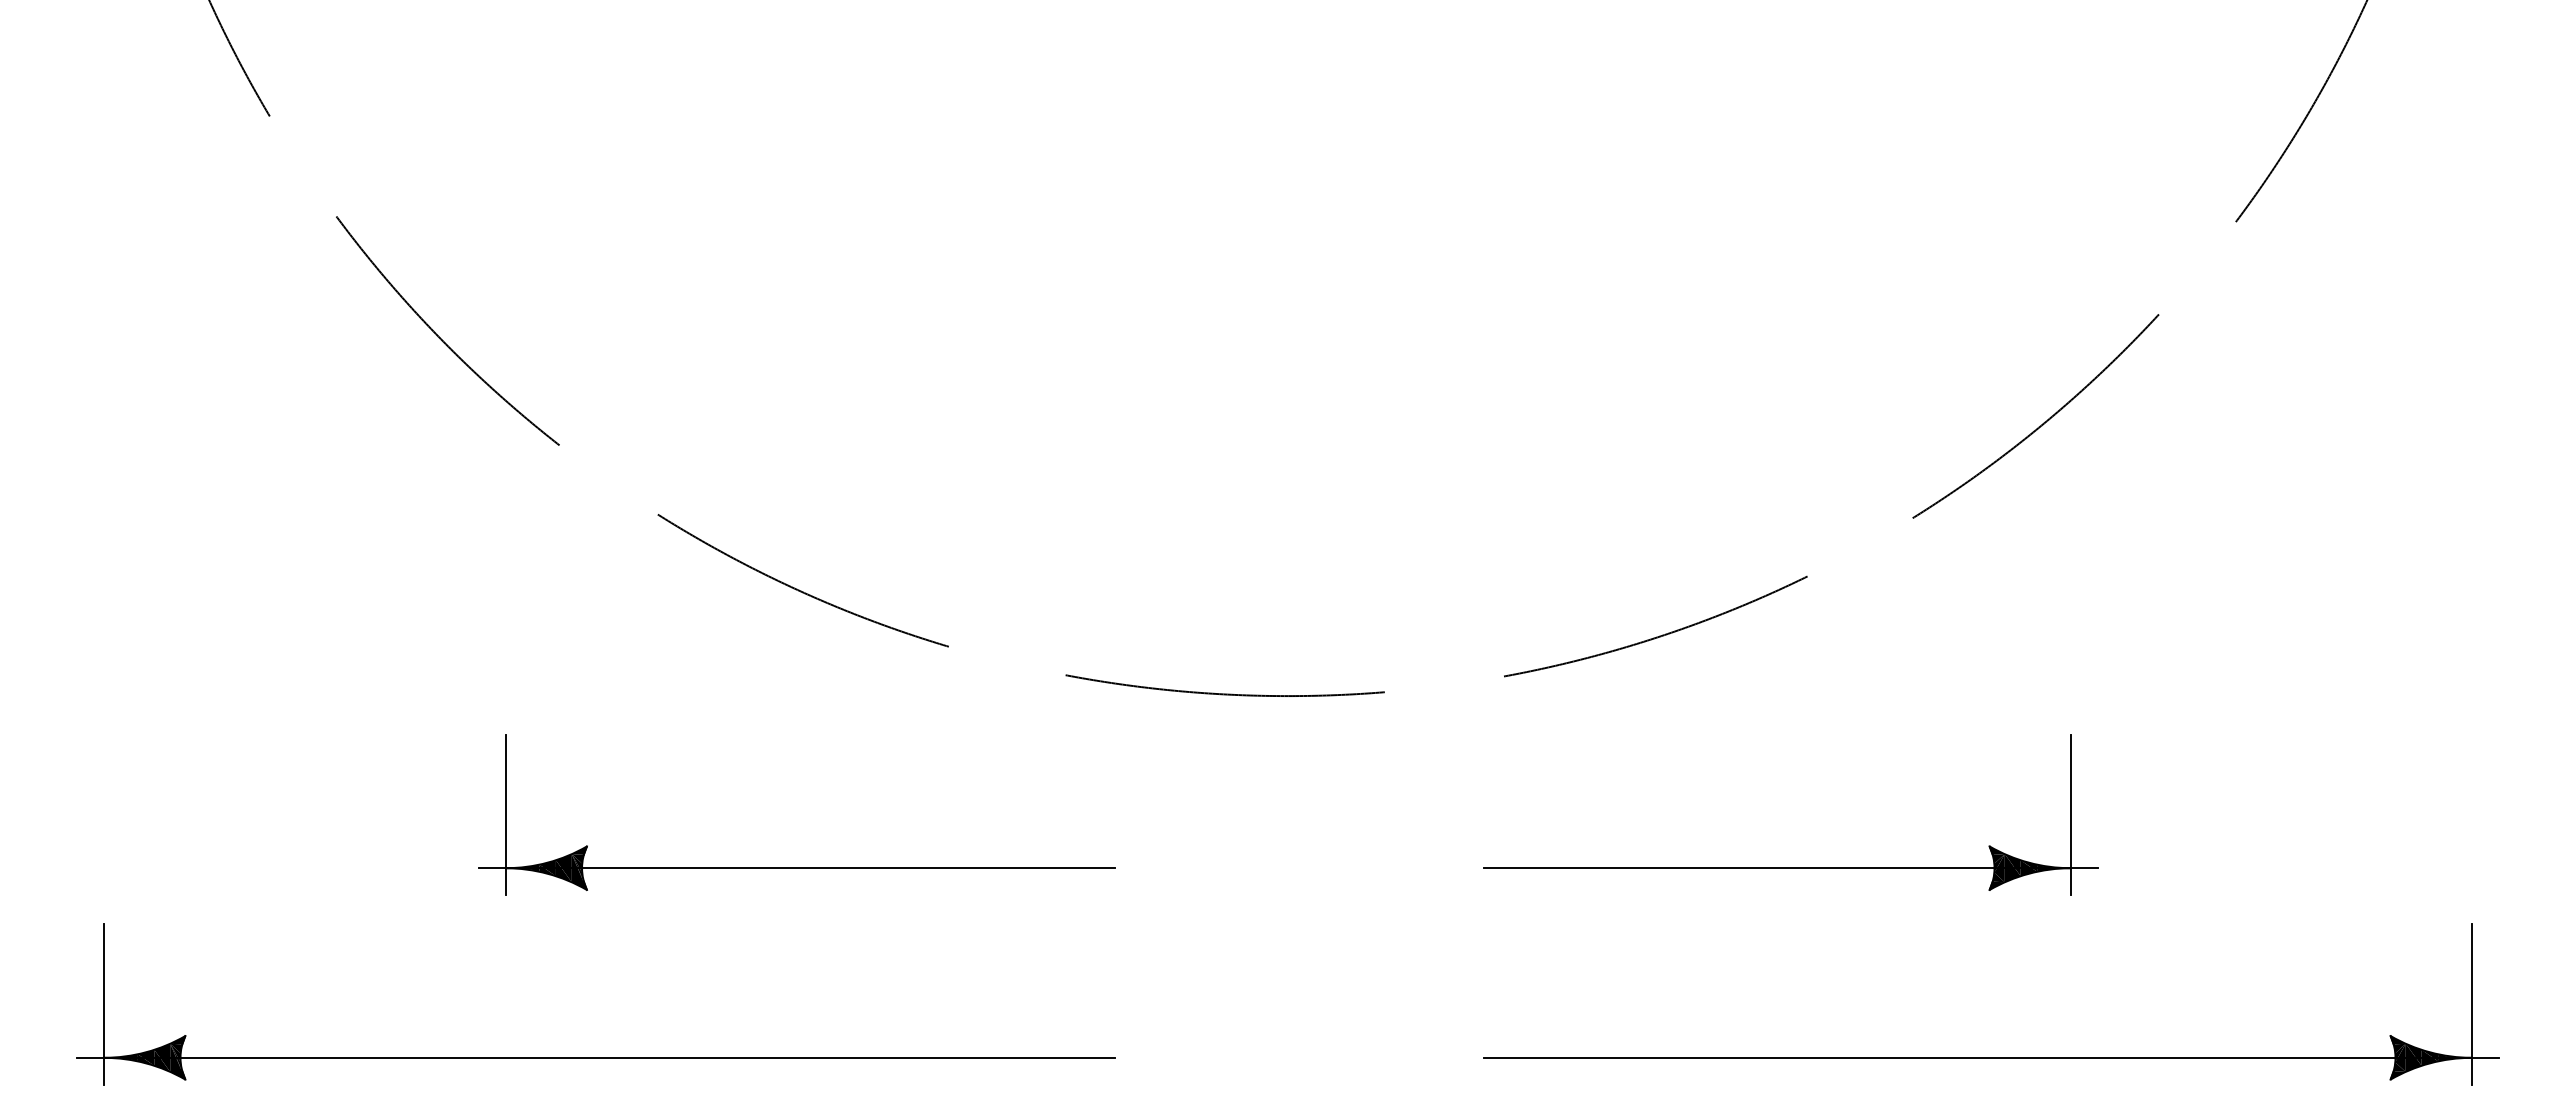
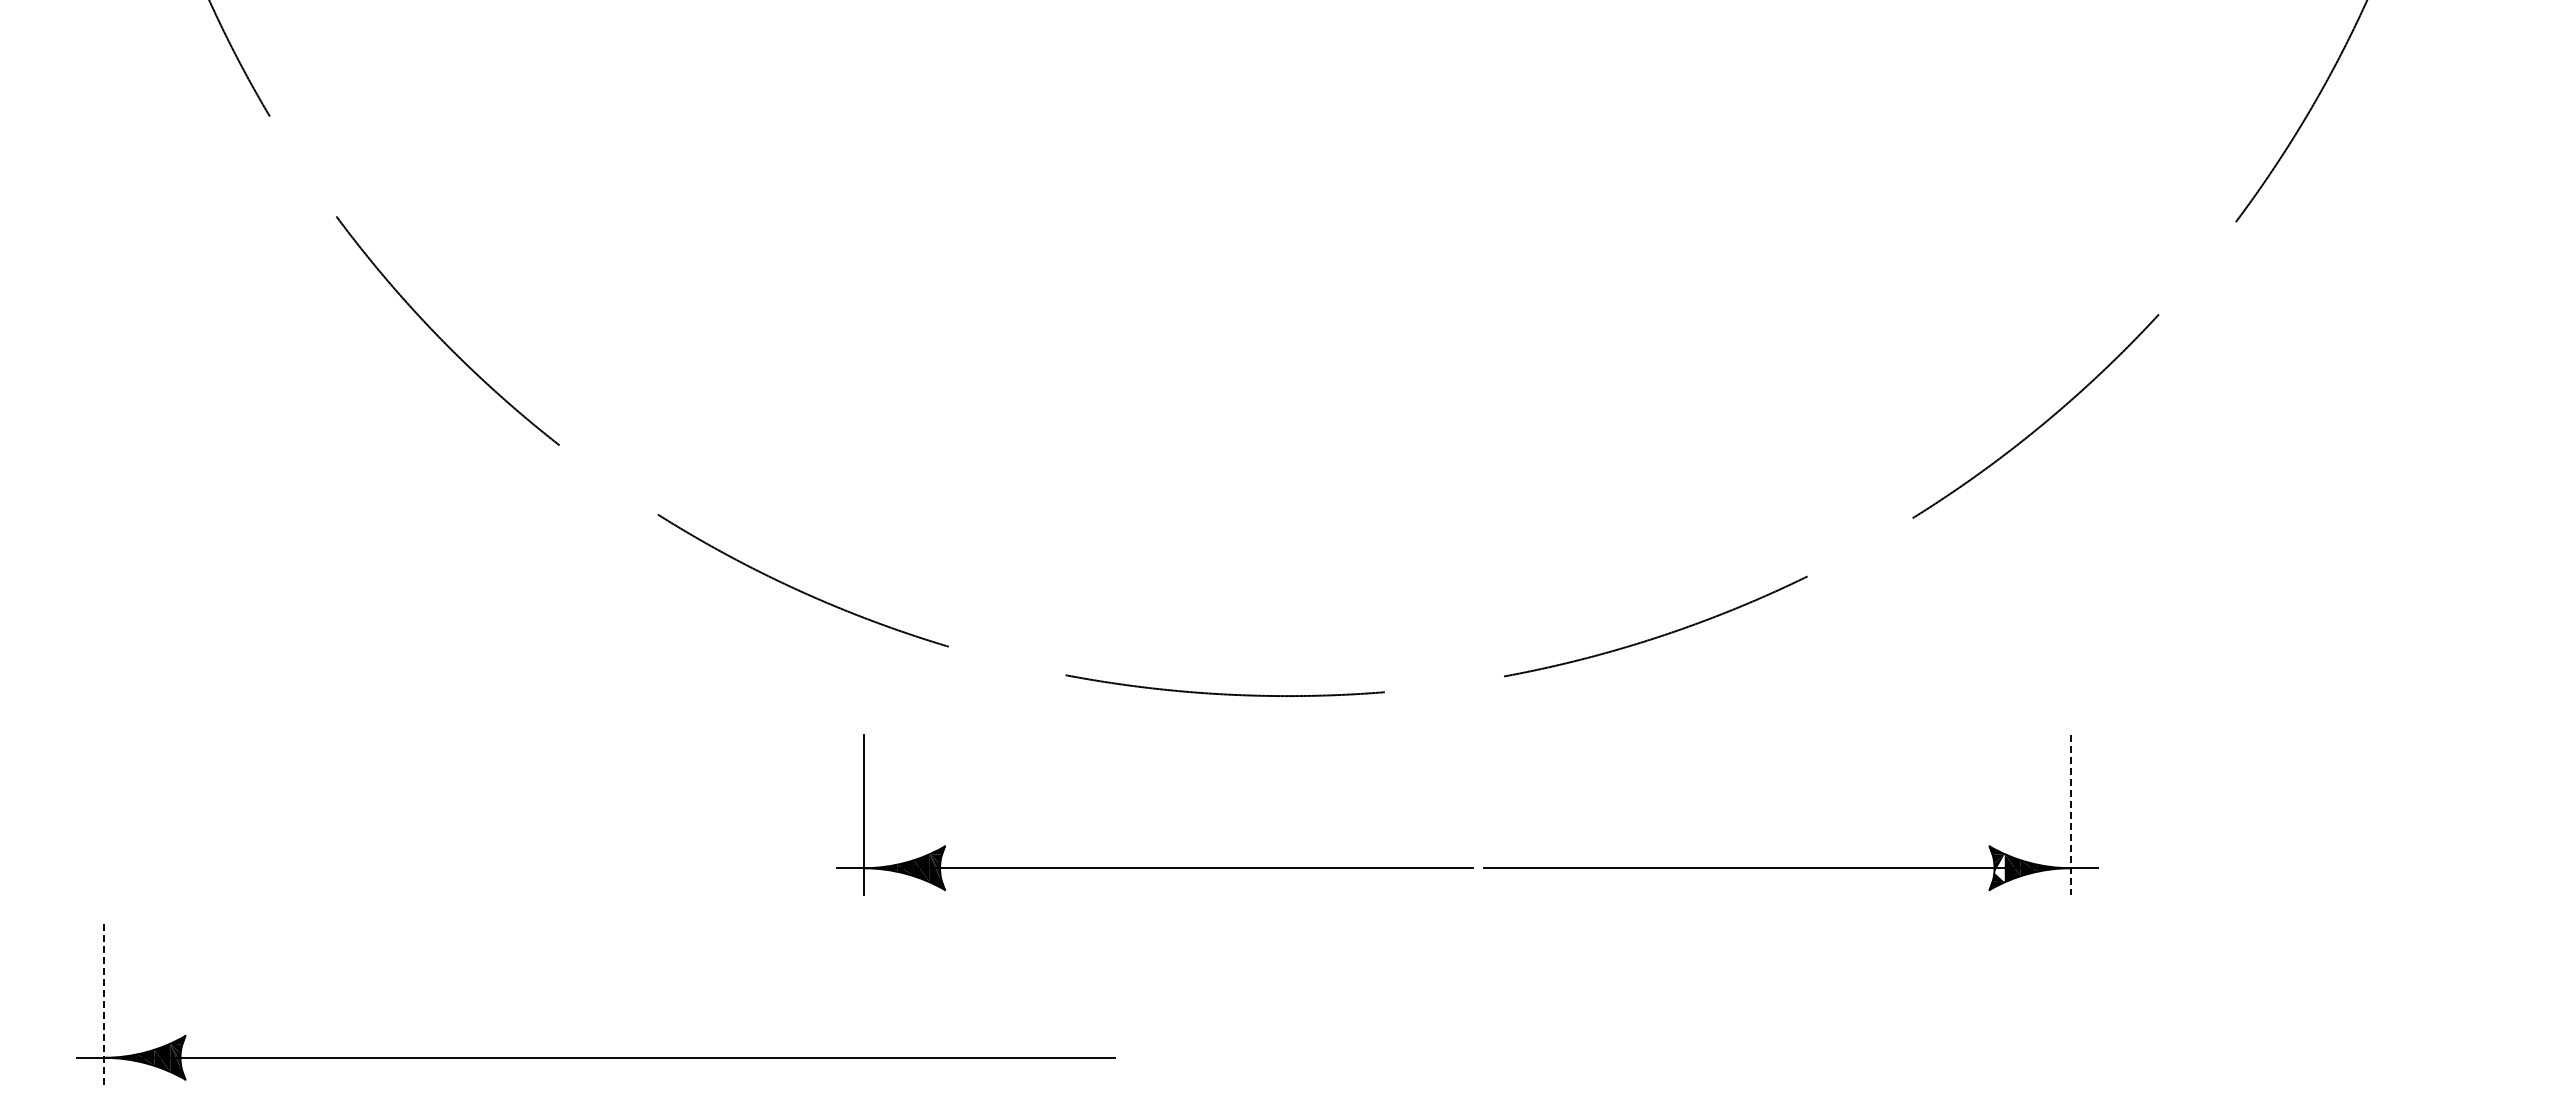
line at (2071, 815): solid -> dashed
part at (796, 867) position: (796, 867) -> (1154, 867)
fill at (1999, 868): present -> none
line at (103, 1004): solid -> dashed
part at (1991, 1057): present -> none
